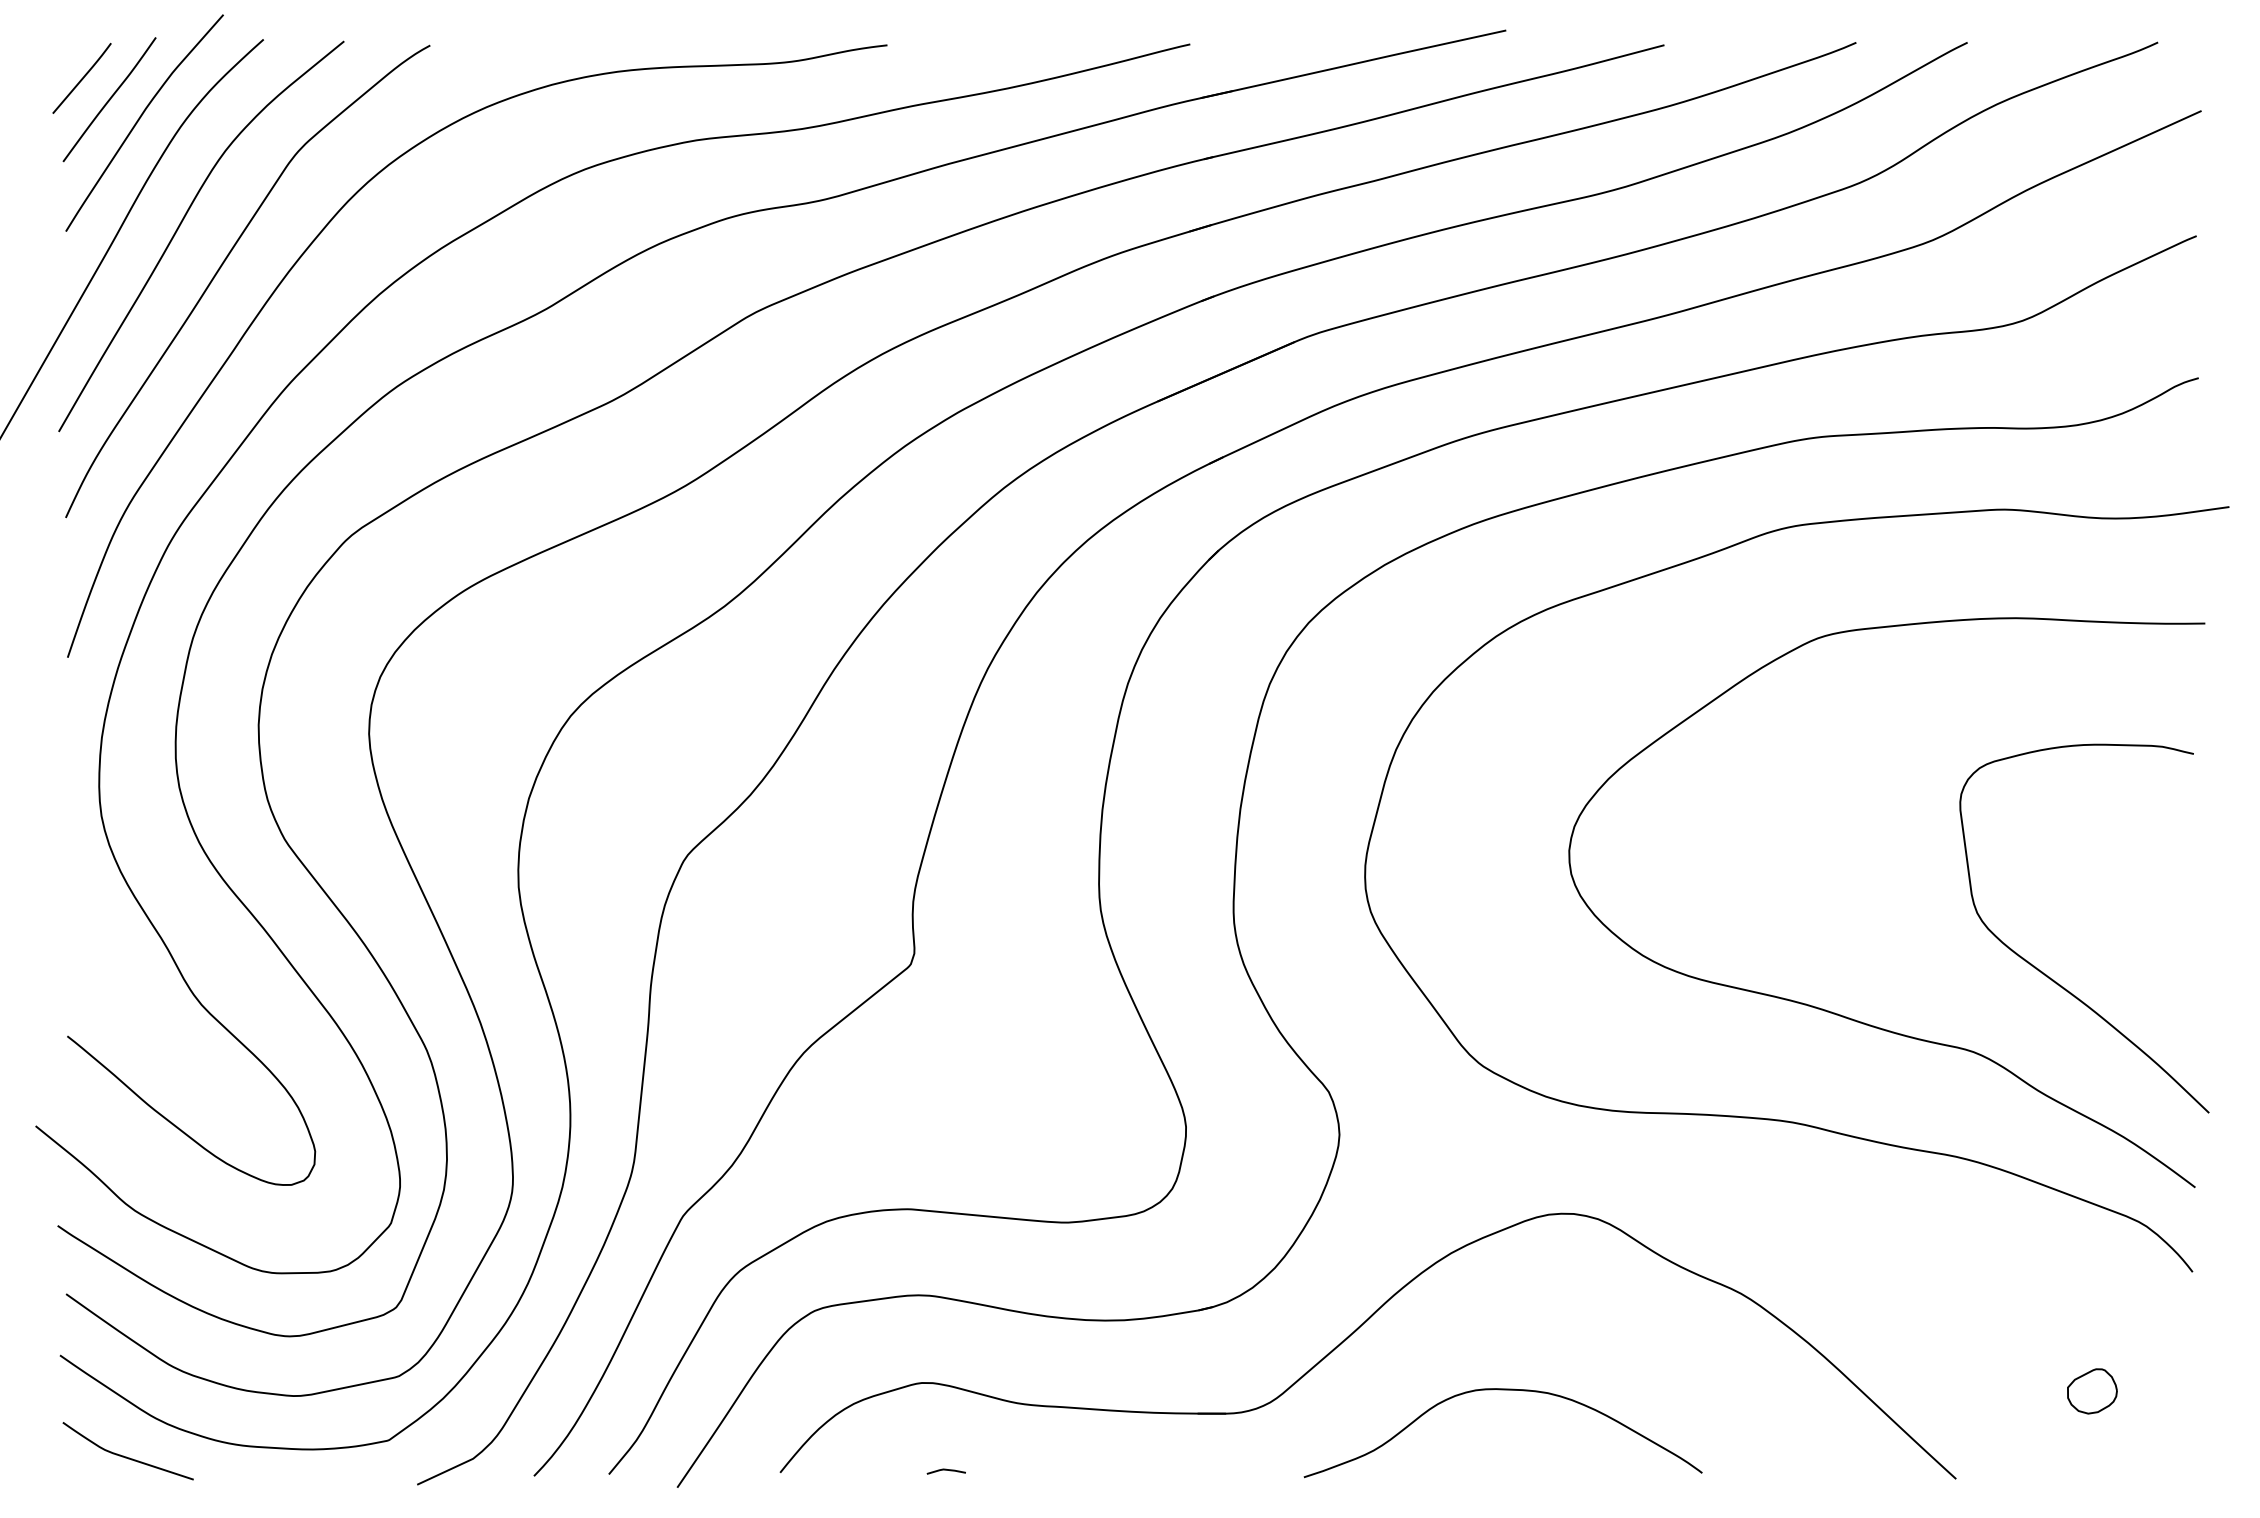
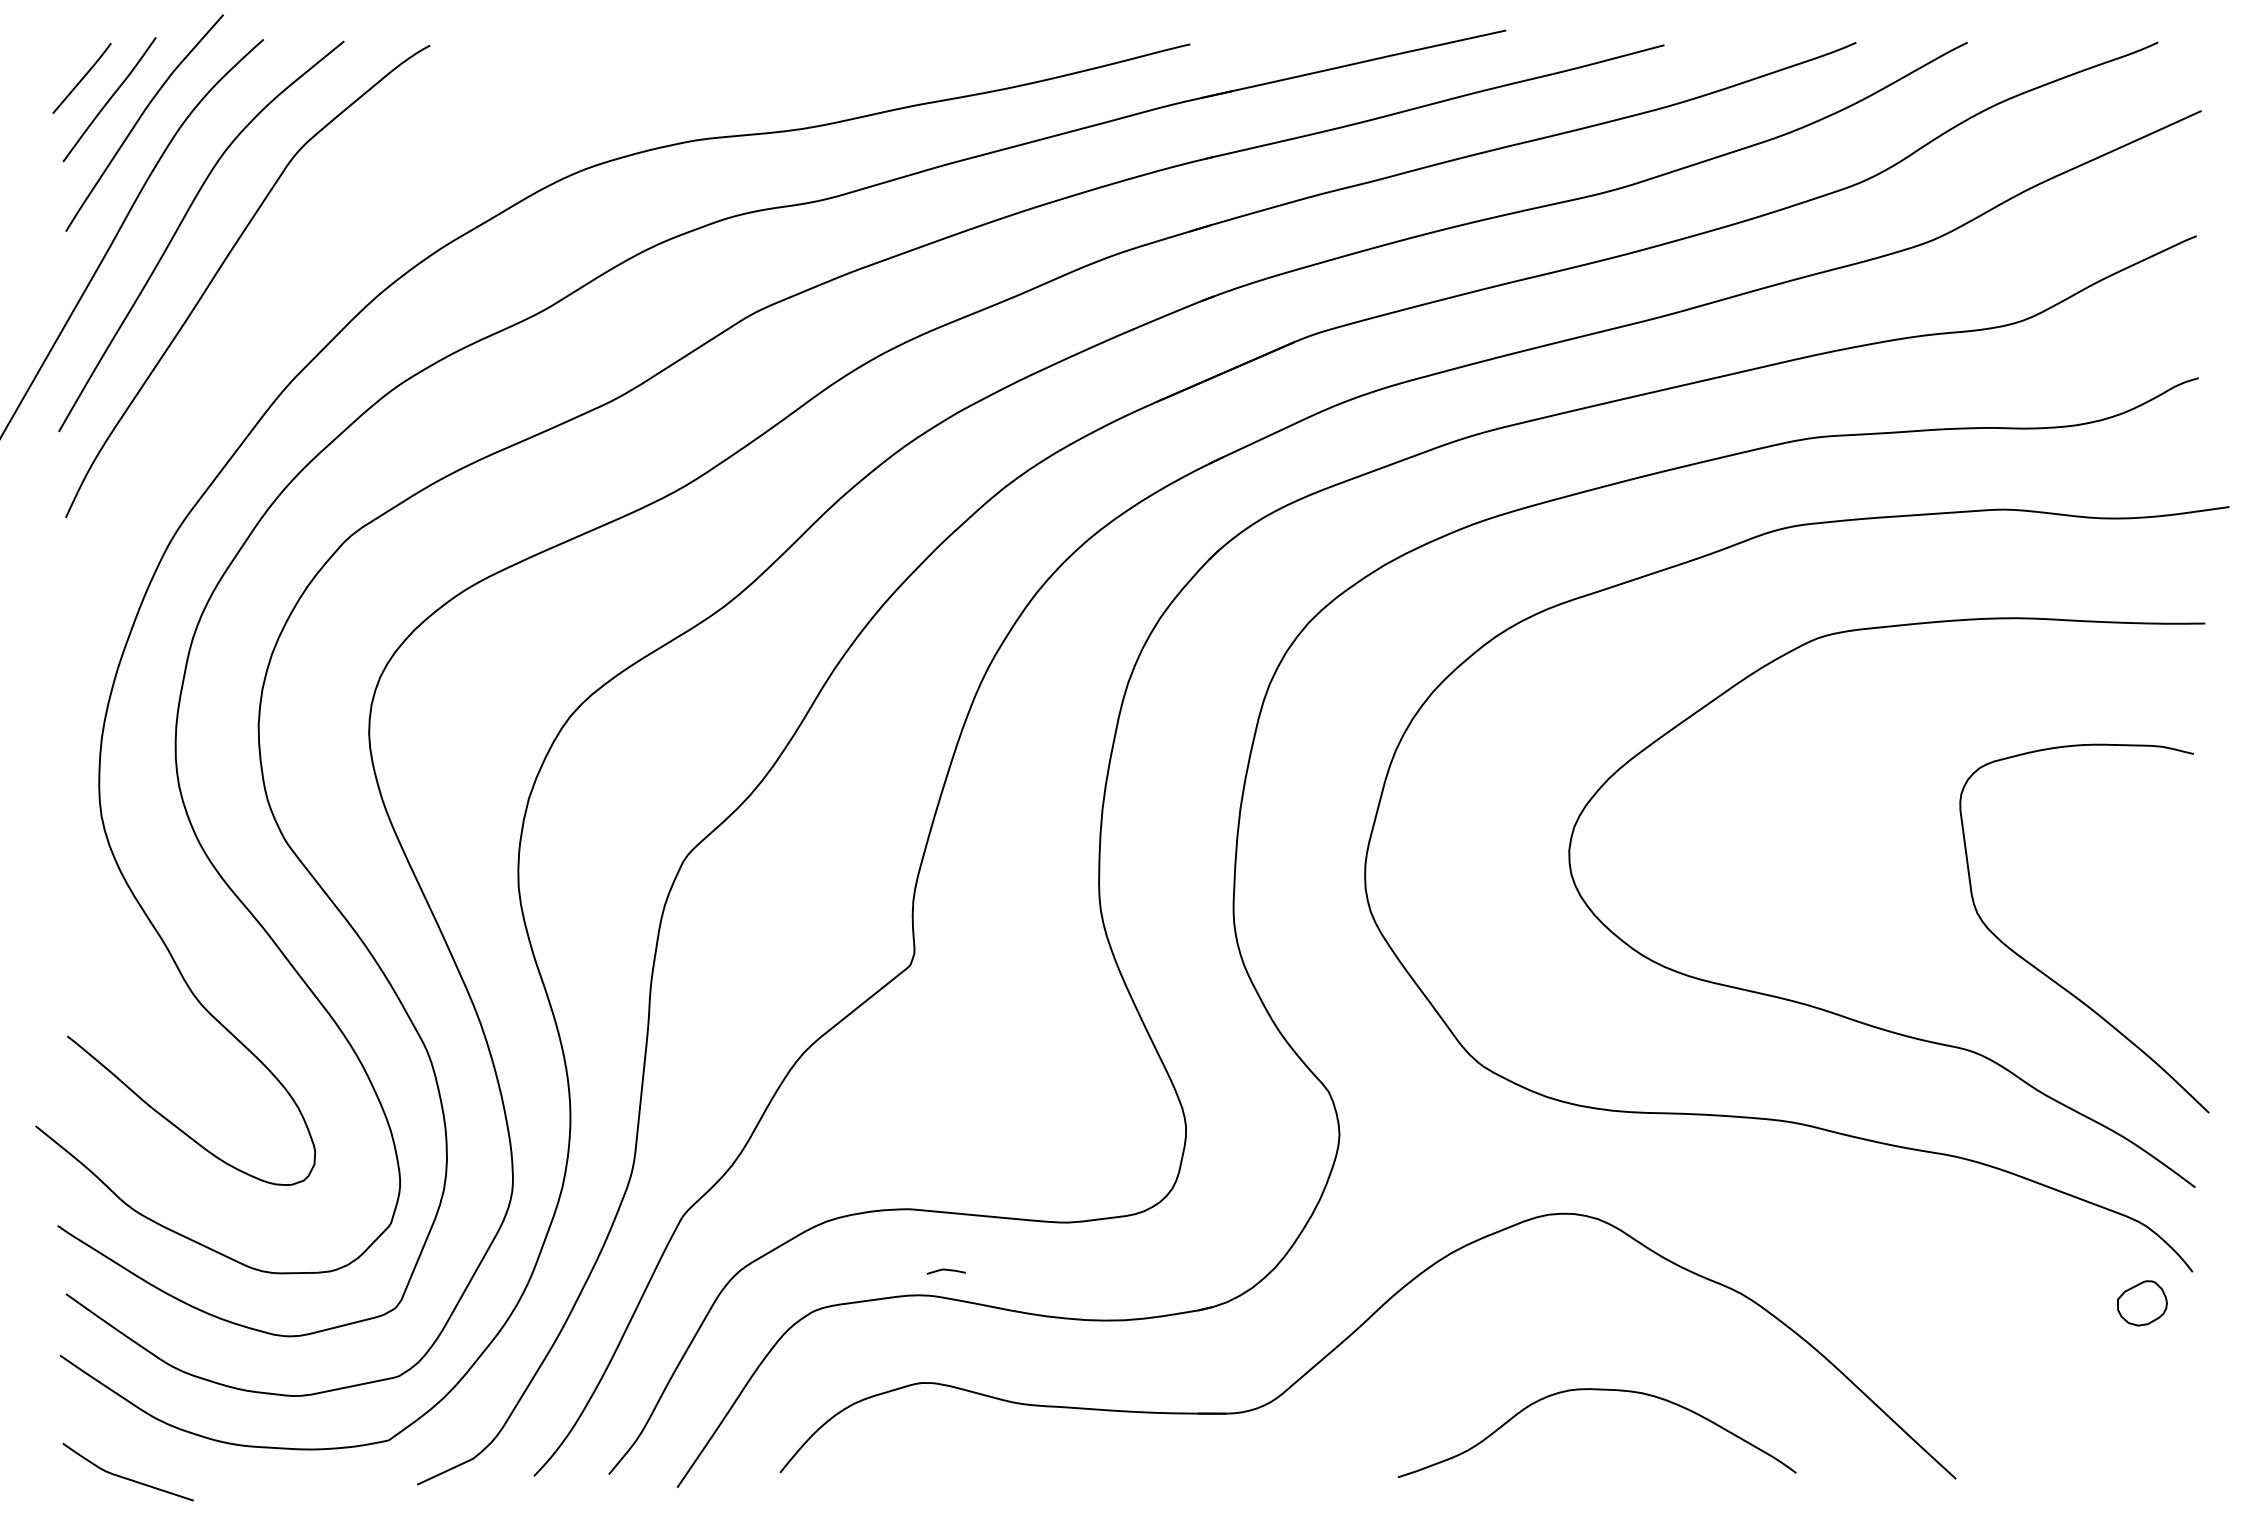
curve at (332, 220): present -> none
curve at (1502, 1390) position: (1502, 1390) -> (1596, 1390)
part at (2092, 1391) position: (2092, 1391) -> (2142, 1303)
curve at (126, 1456) position: (126, 1456) -> (126, 1477)
line at (945, 1470) position: (945, 1470) -> (945, 1270)
